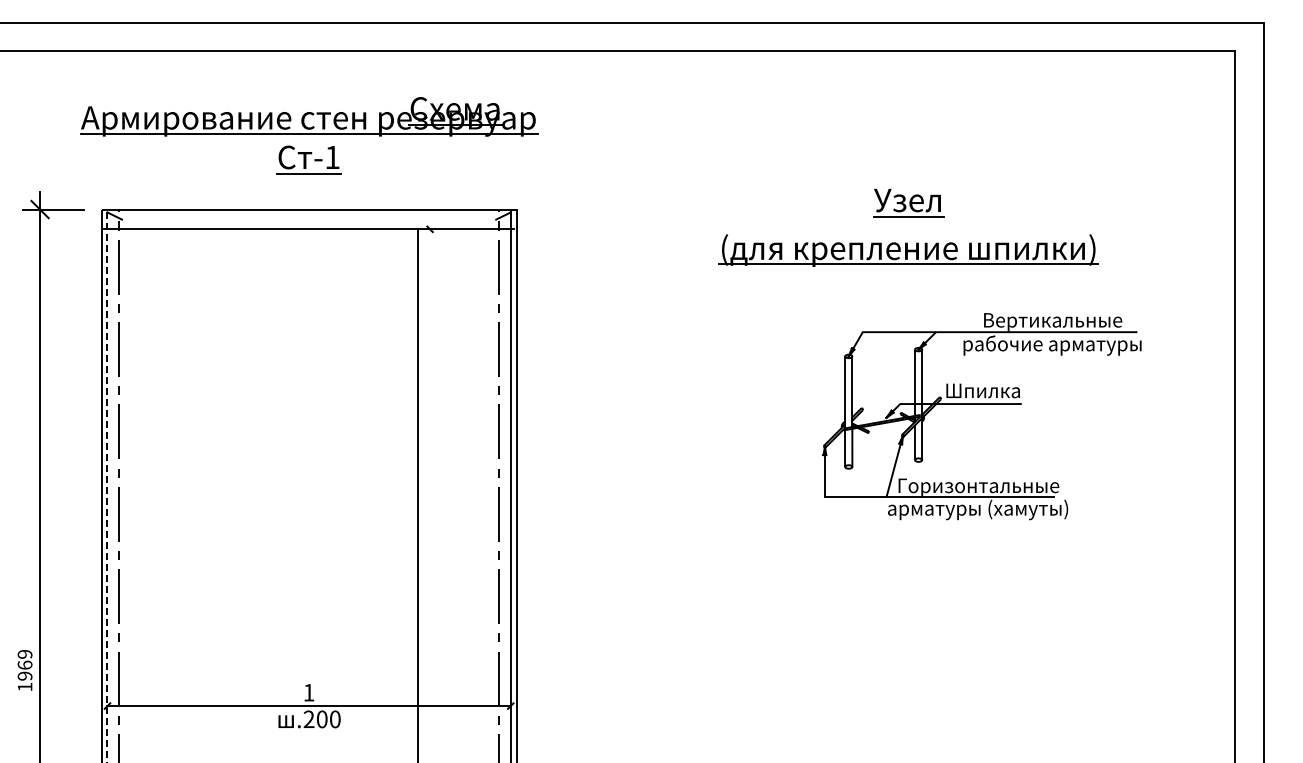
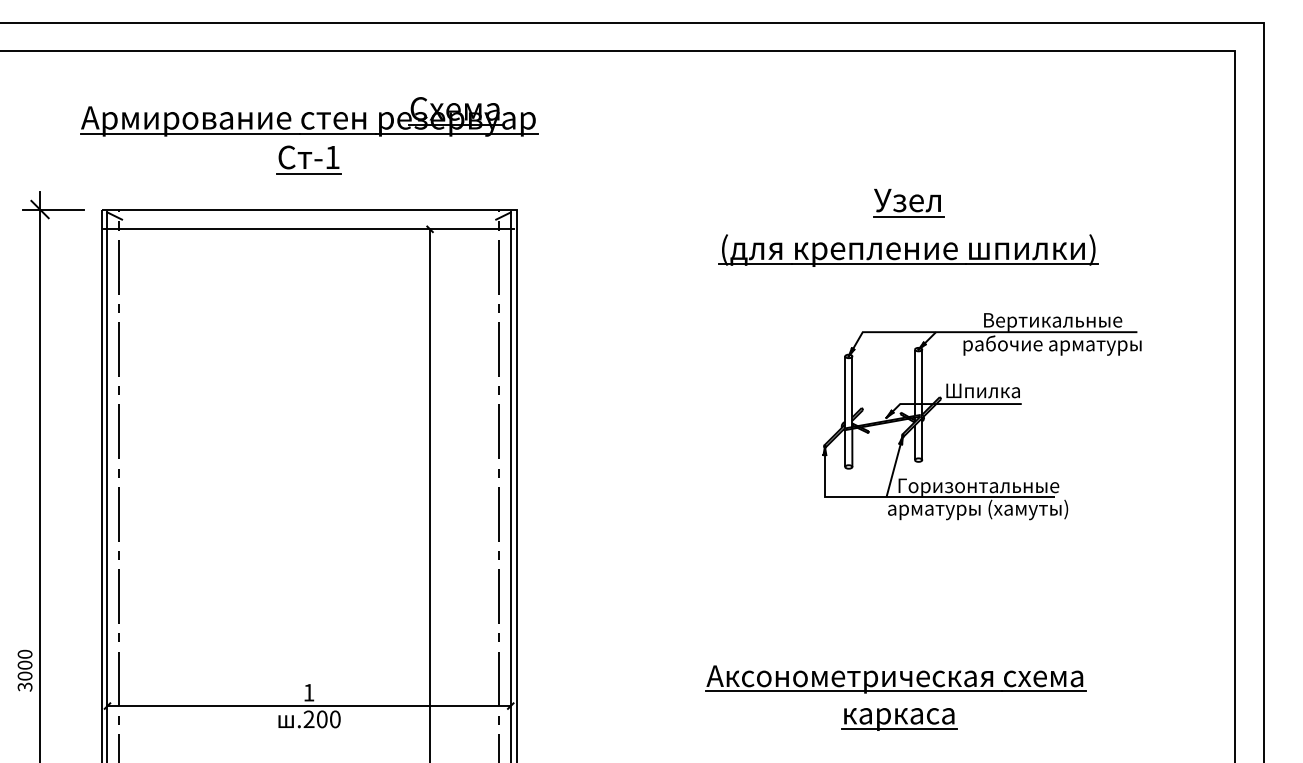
line at (107, 487): dashed -> solid
line at (418, 494) position: (418, 494) -> (430, 494)
text at (24, 670): 1969 -> 3000
part at (895, 697): none -> present
